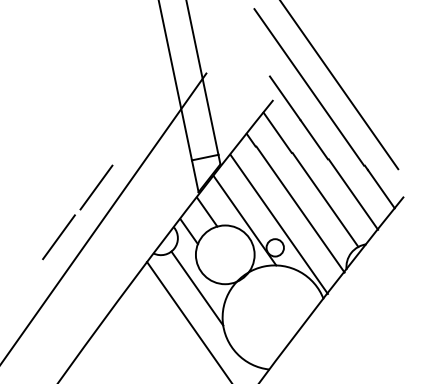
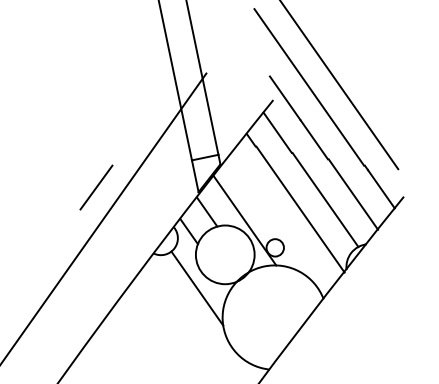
line at (278, 223): present -> none
line at (58, 237): present -> none
line at (188, 321): present -> none
